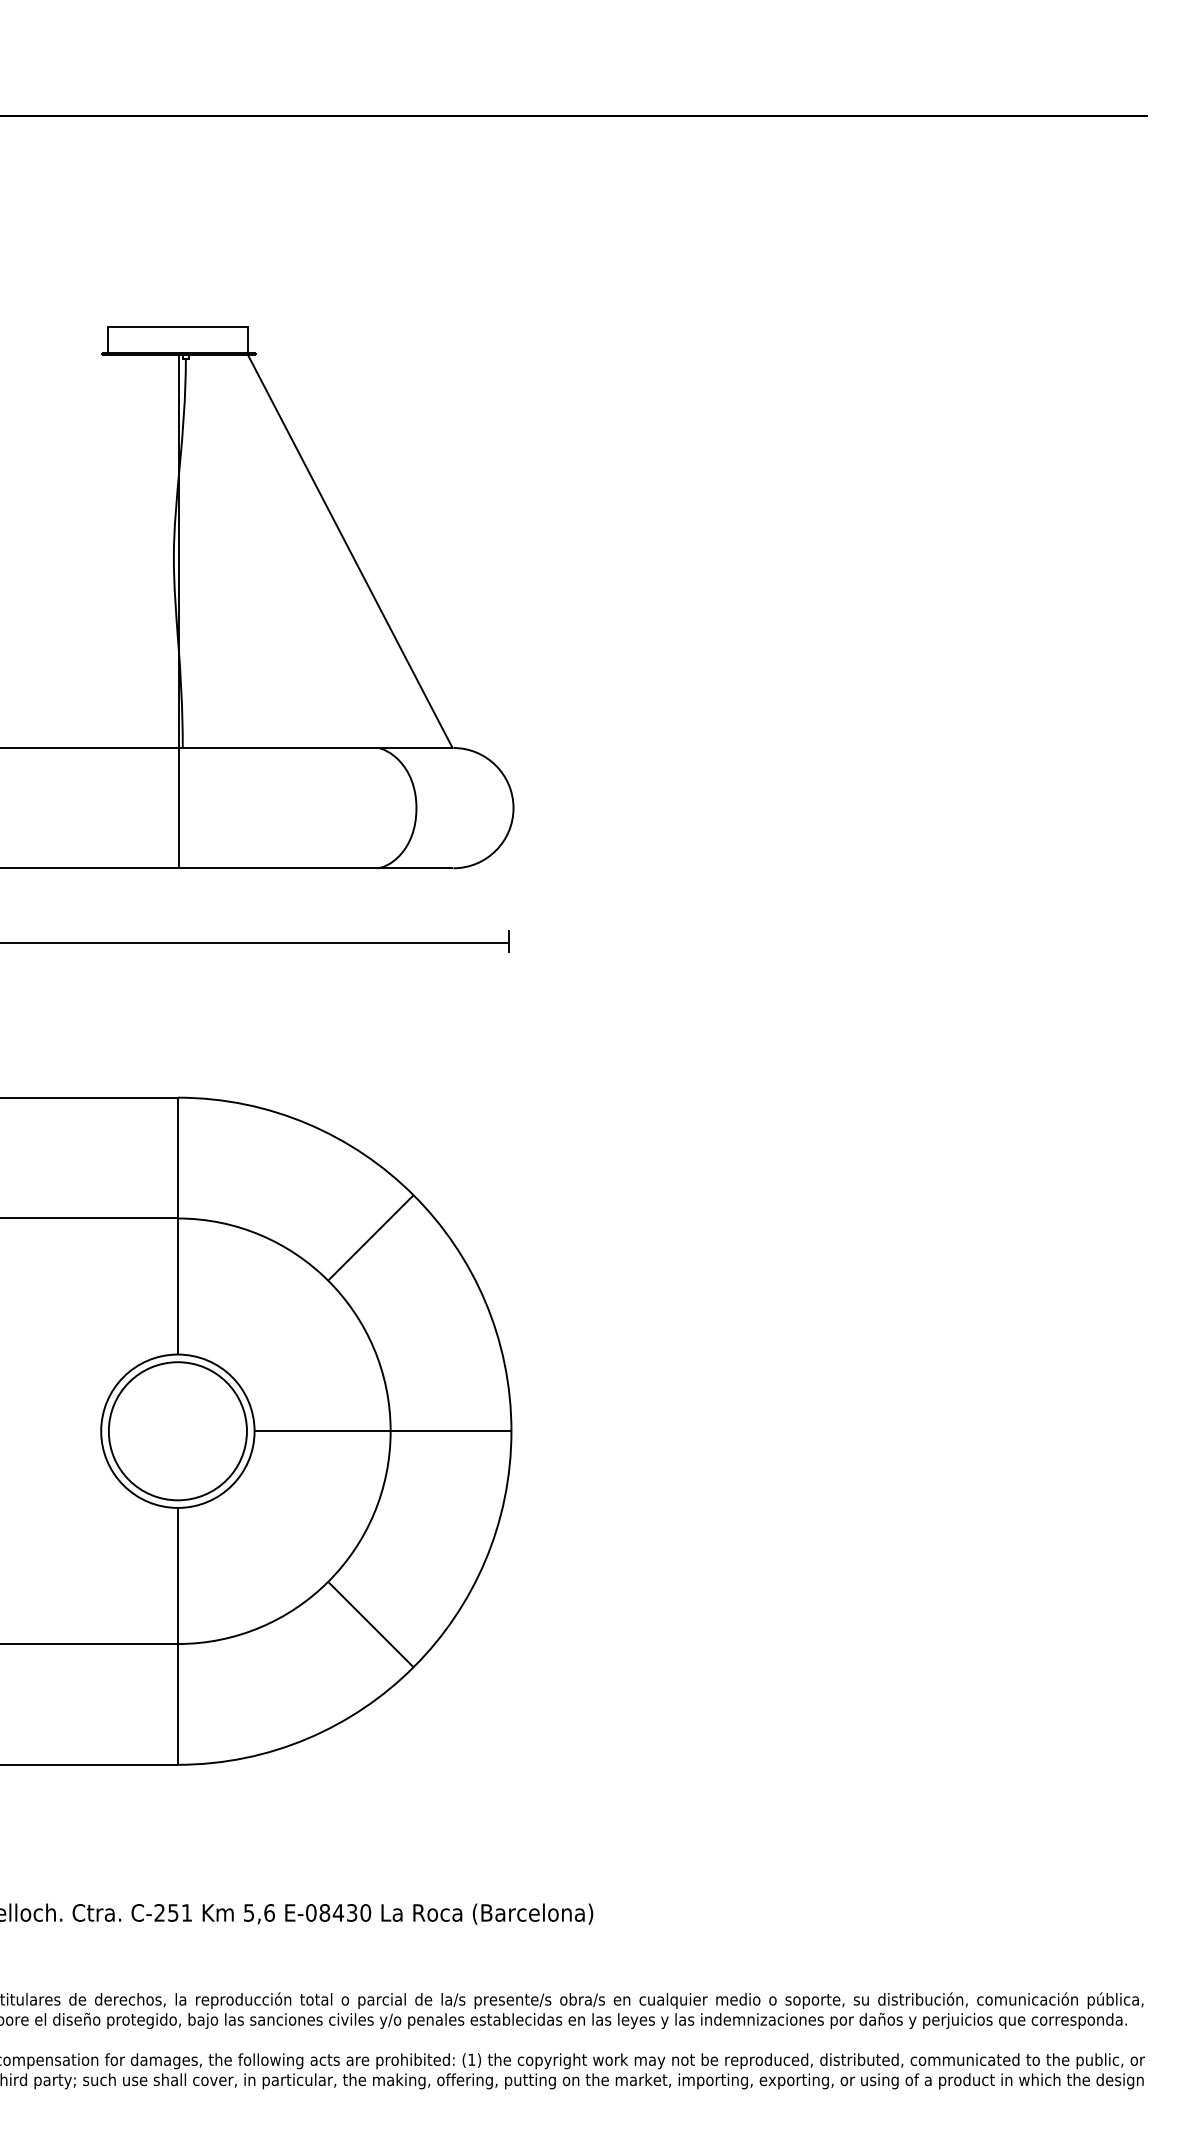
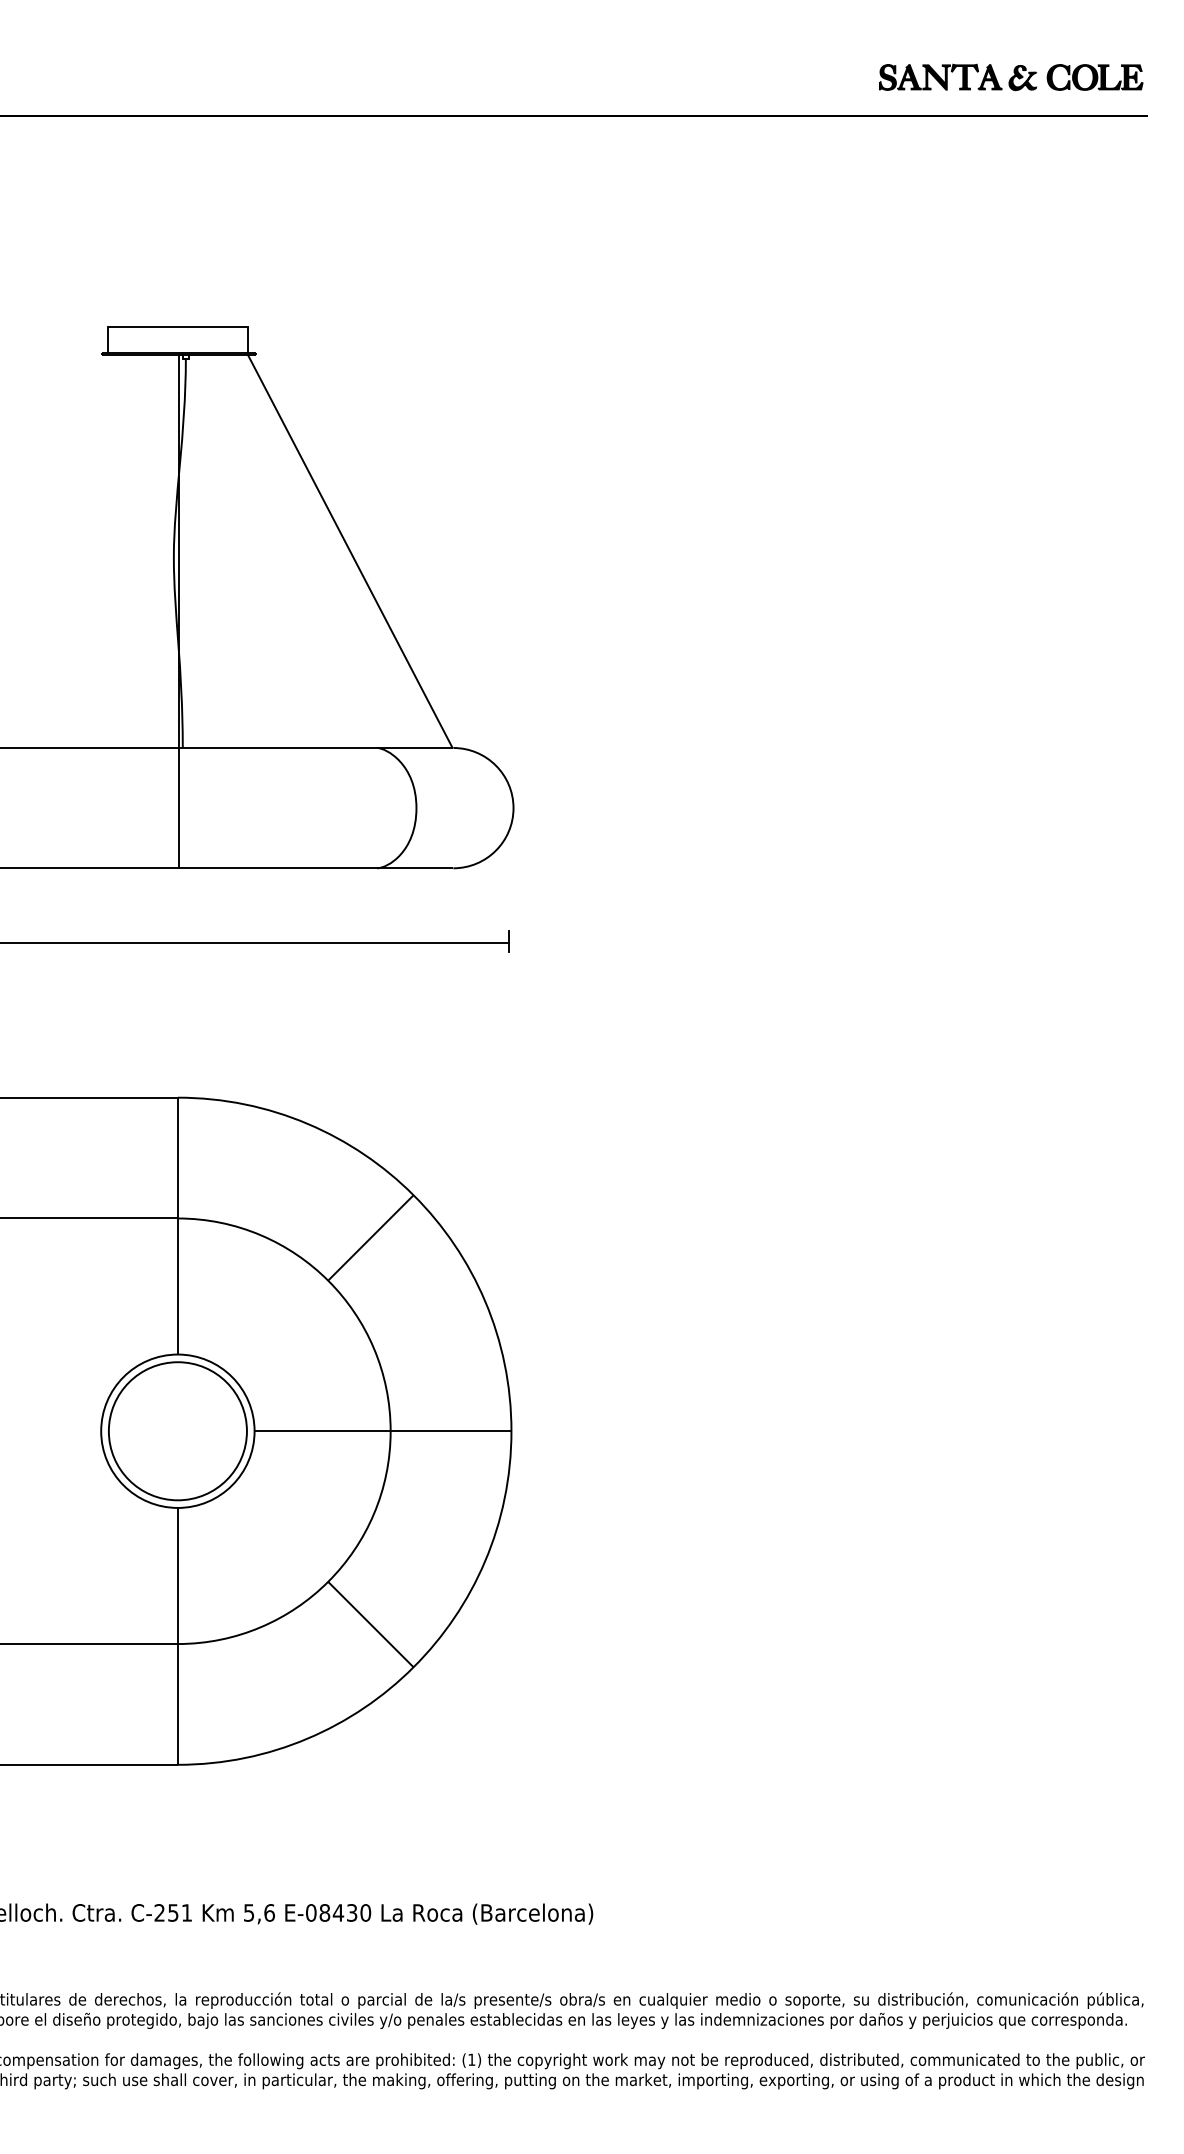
part at (1011, 77): none -> present
